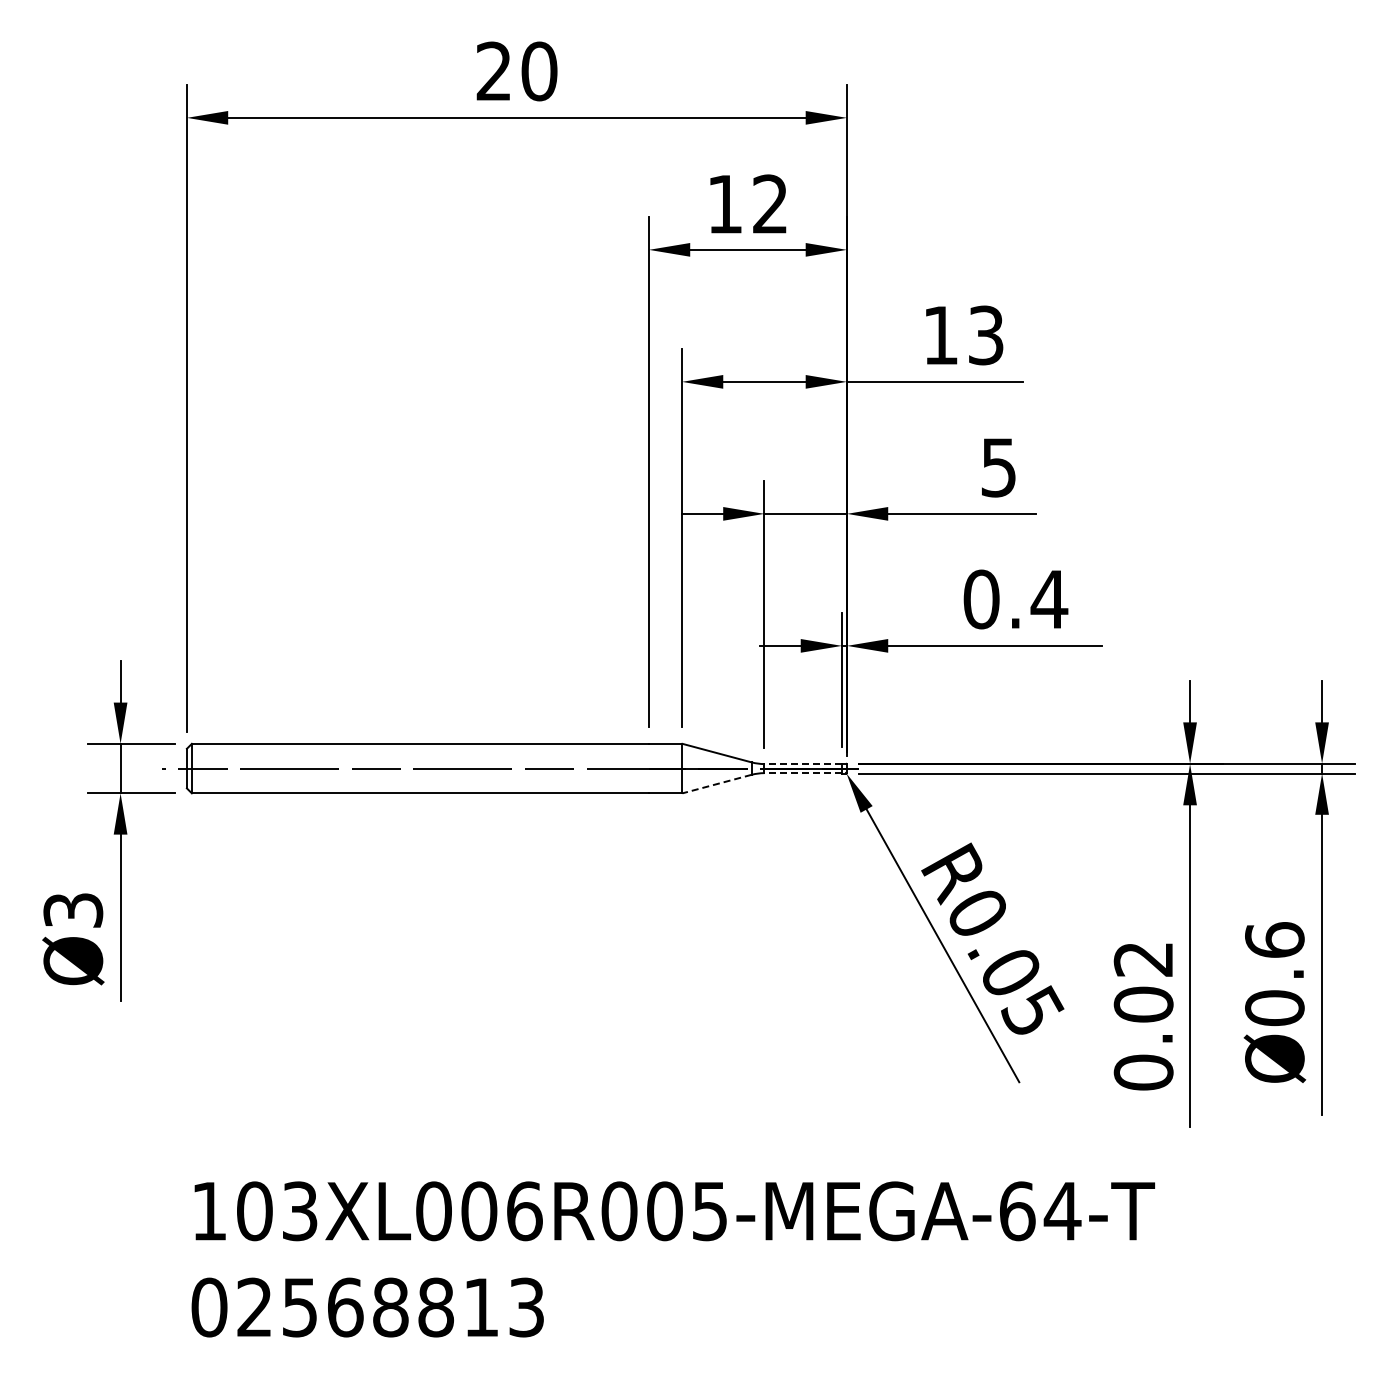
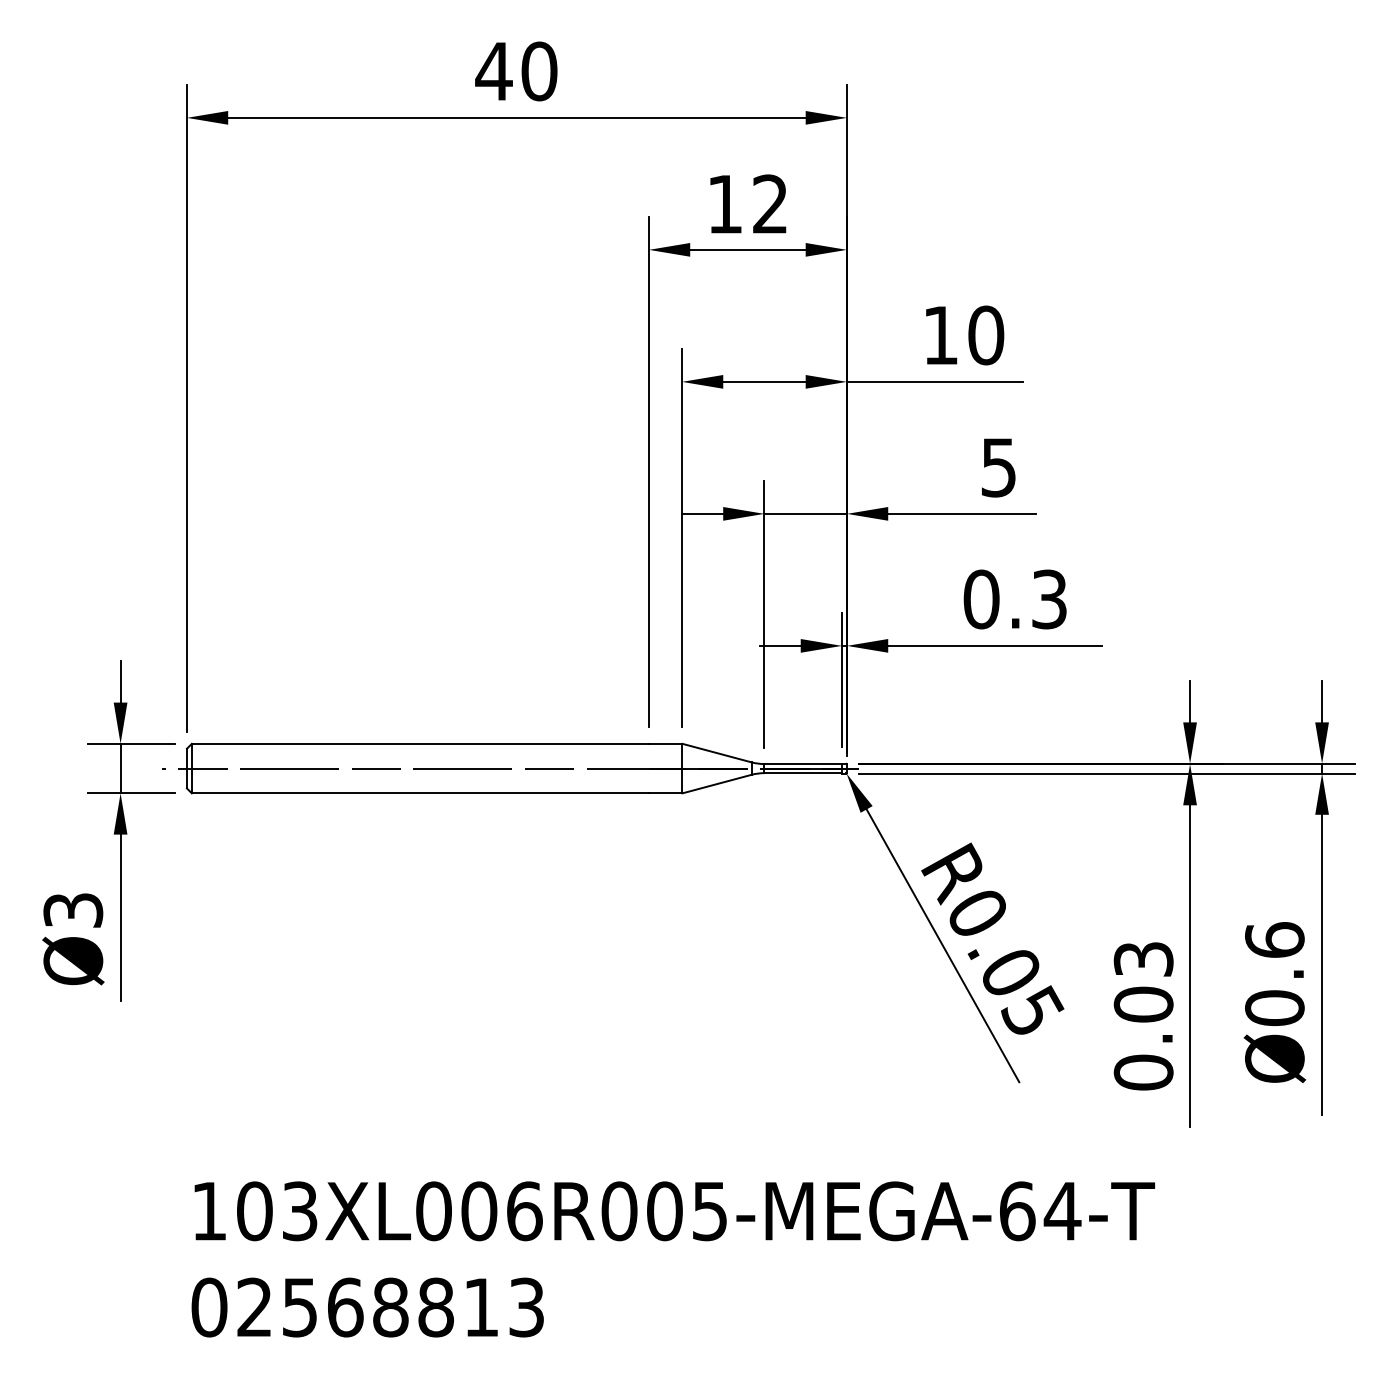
text at (493, 70): 20 -> 40
text at (986, 335): 13 -> 10
text at (1049, 599): 0.4 -> 0.3
line at (803, 764): dashed -> solid
line at (803, 773): dashed -> solid
line at (717, 784): dashed -> solid
text at (1143, 959): 0.02 -> 0.03
